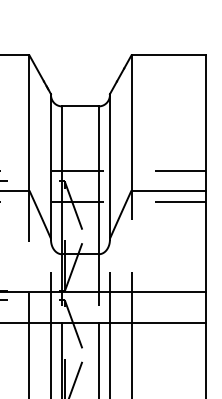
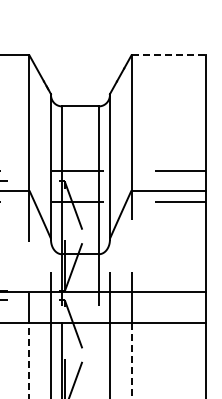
line at (169, 55): solid -> dashed
line at (98, 359): present -> none
line at (29, 360): solid -> dashed
line at (131, 361): solid -> dashed
